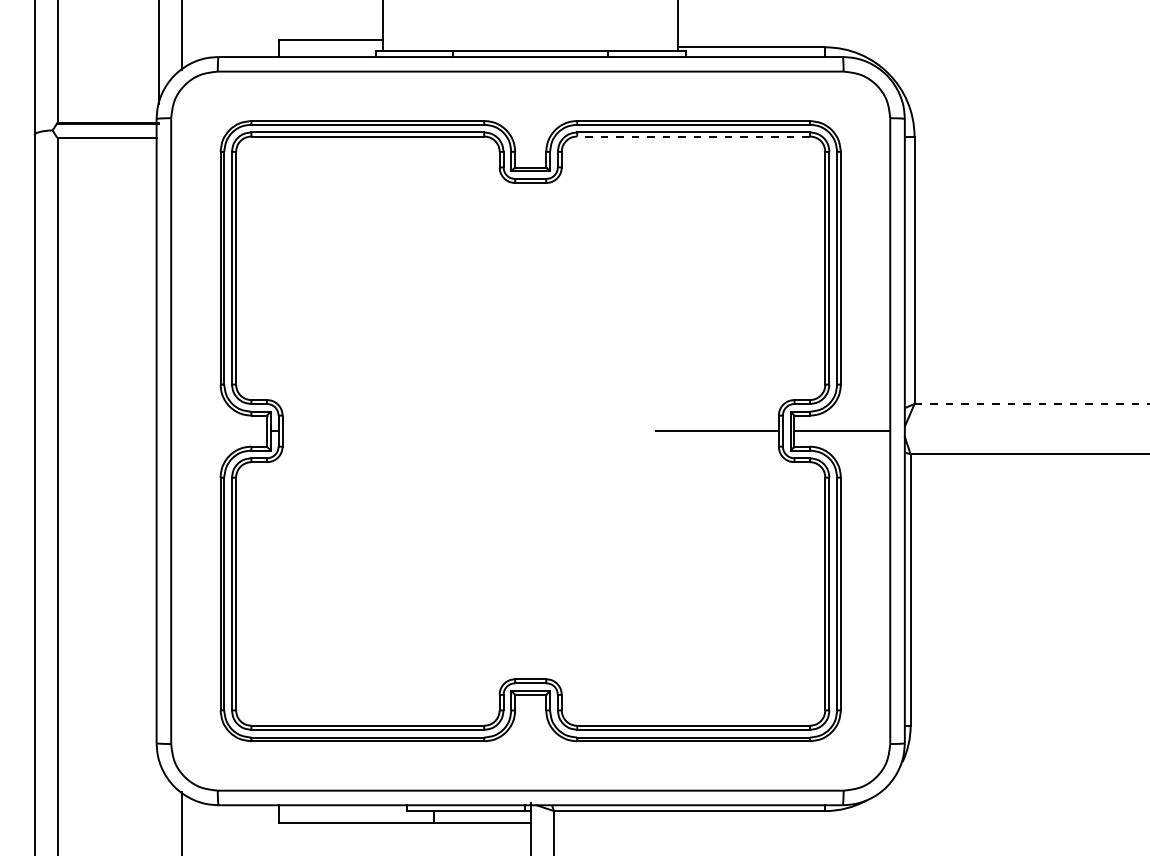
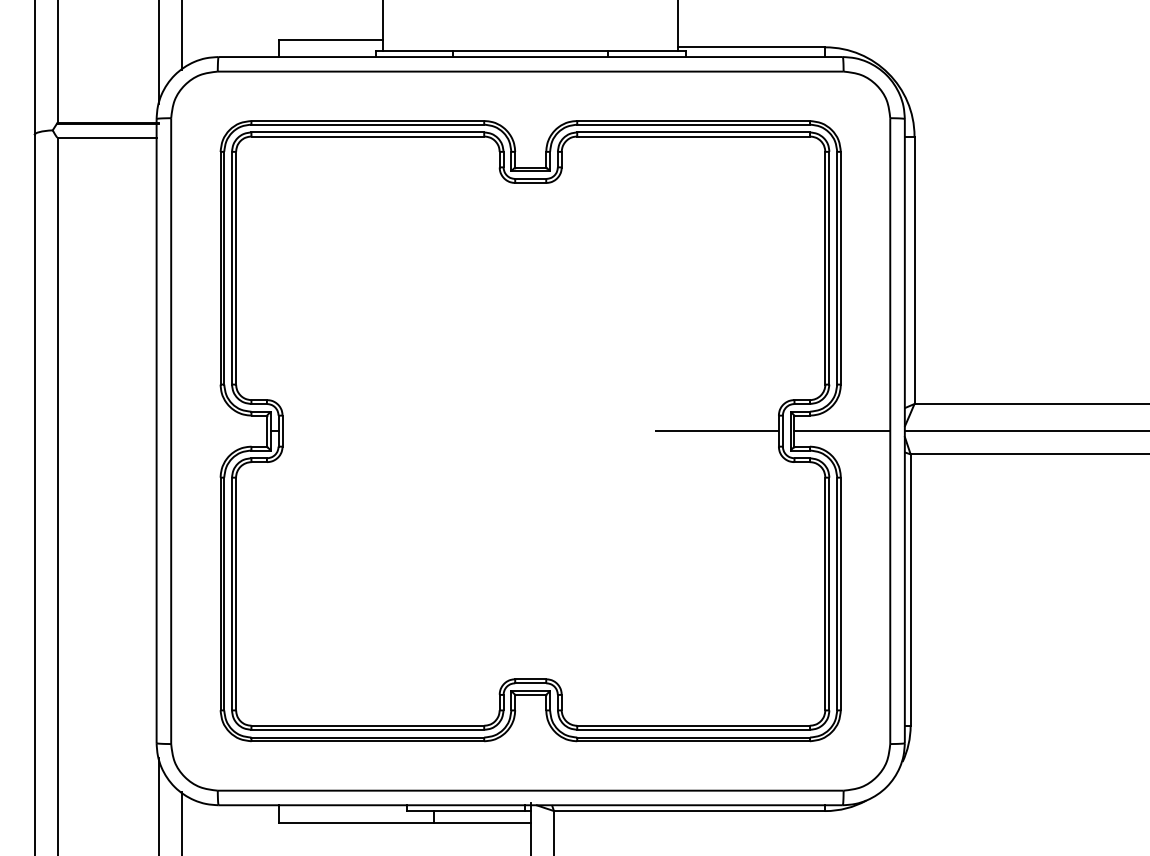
line at (693, 136): dashed -> solid
line at (1032, 404): dashed -> solid
line at (1025, 431): none -> present
line at (158, 804): none -> present
